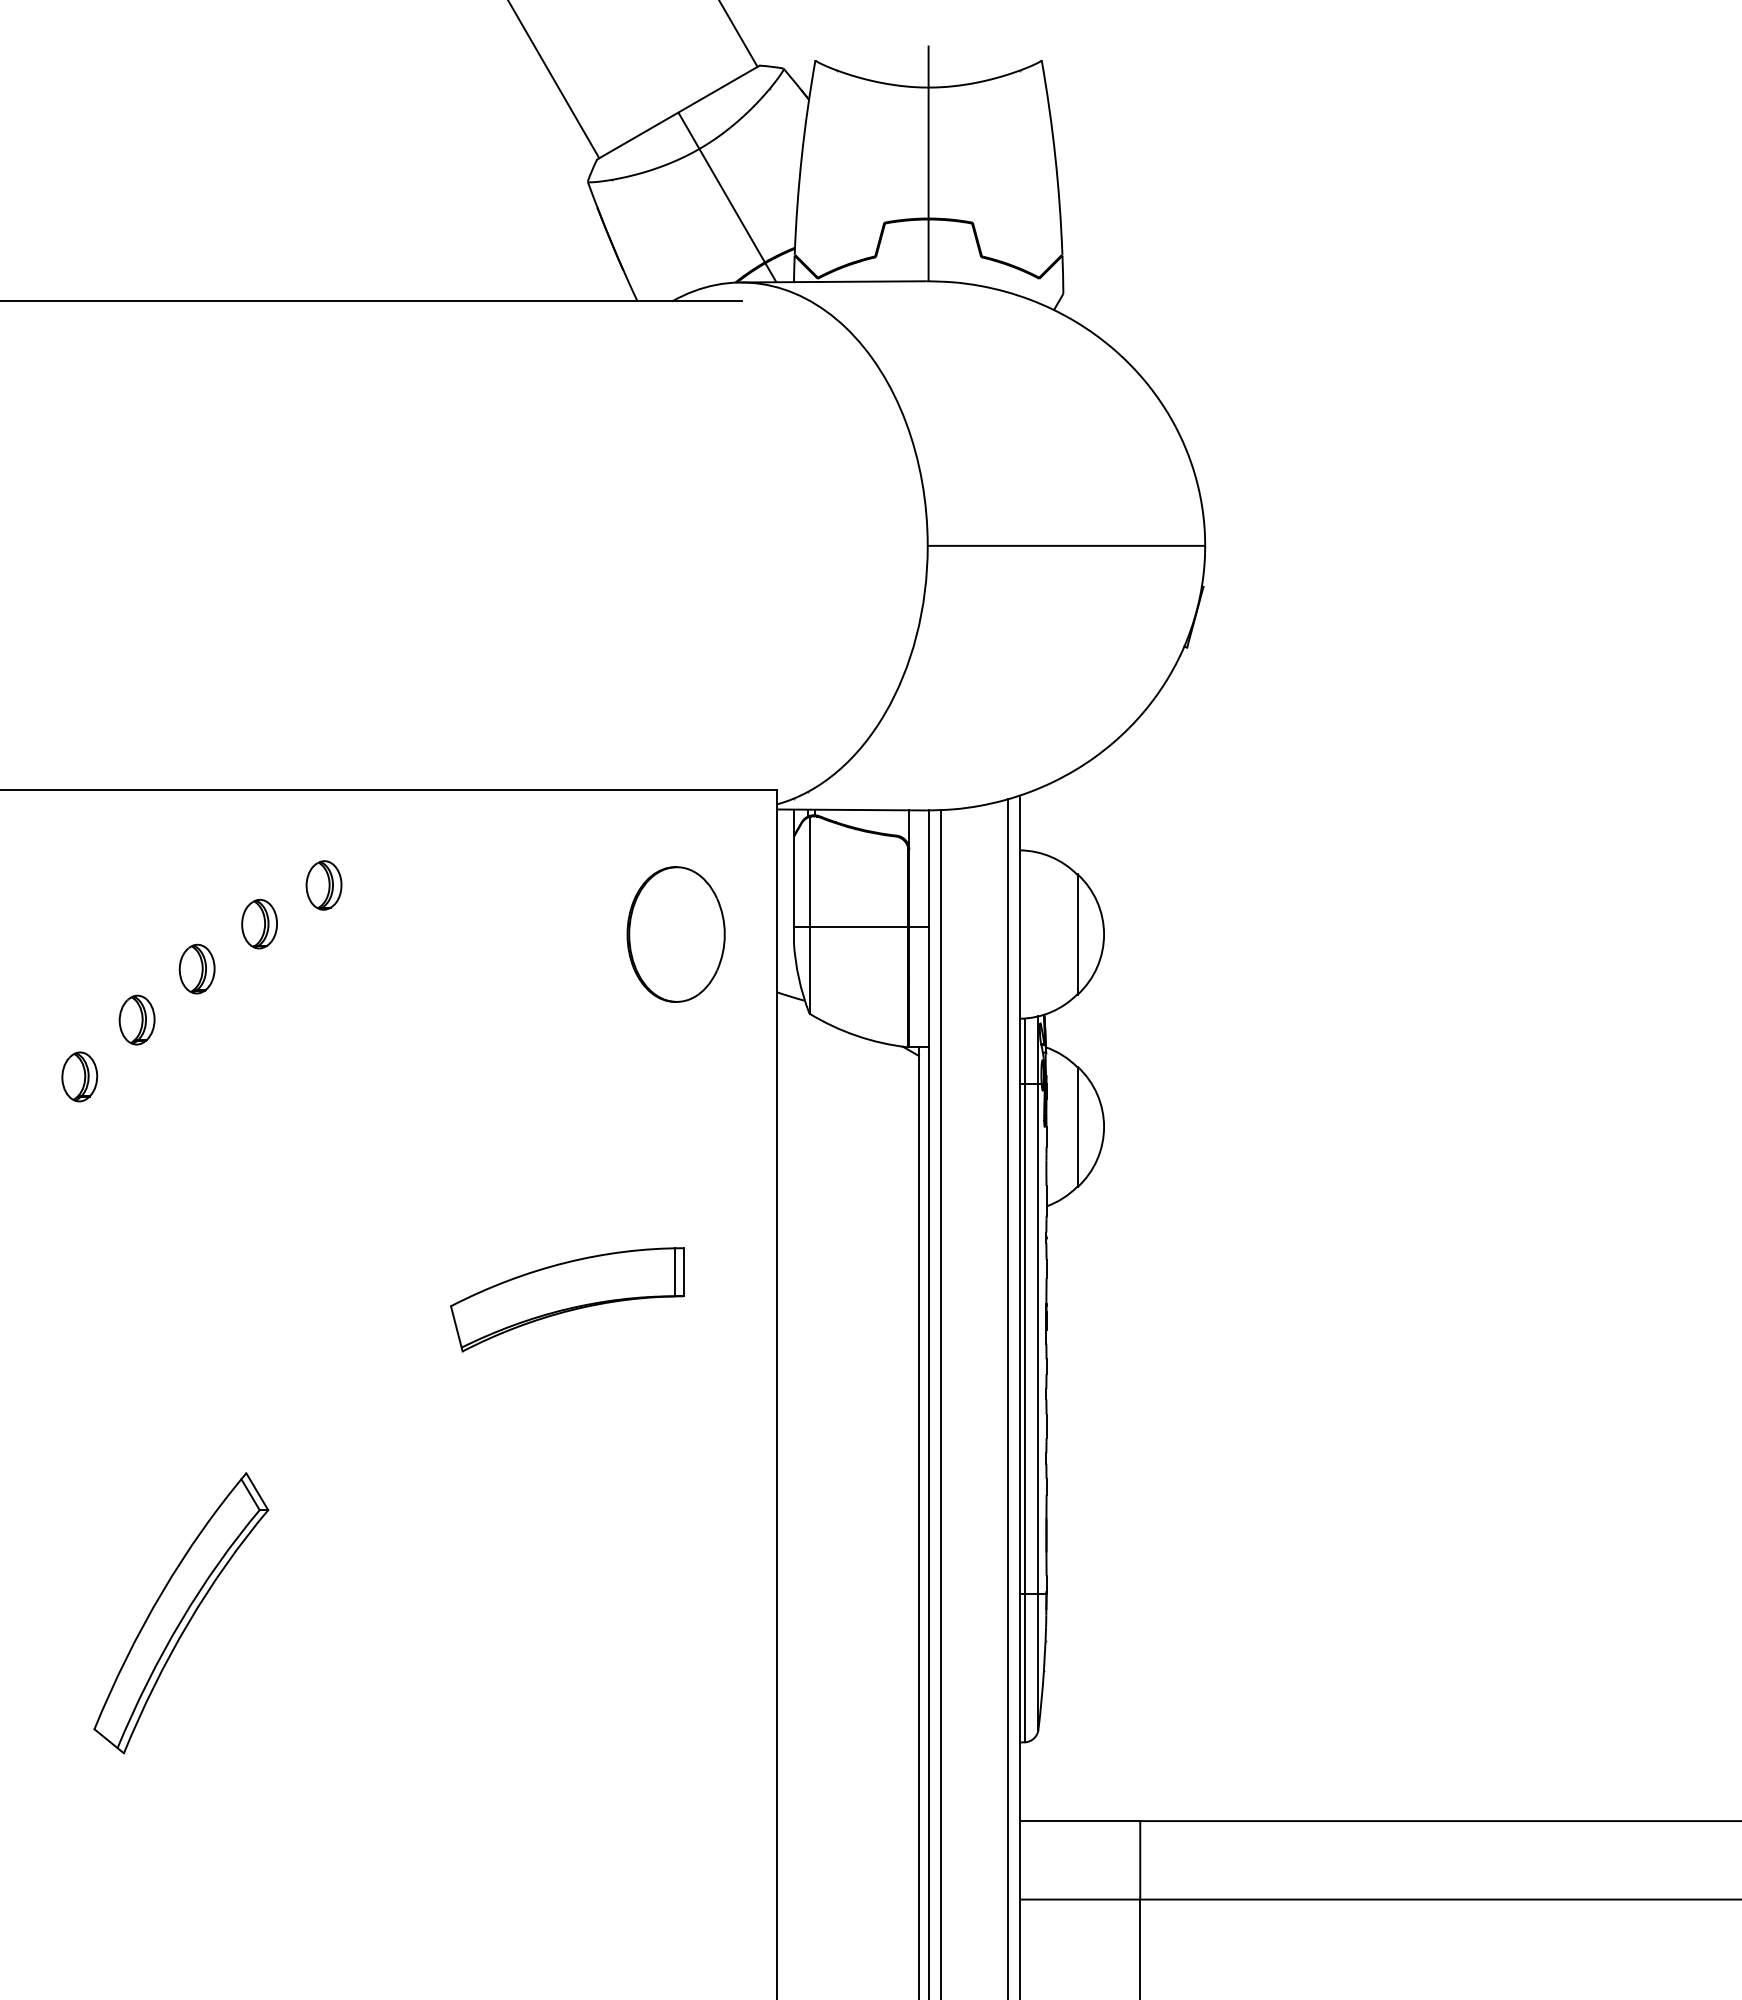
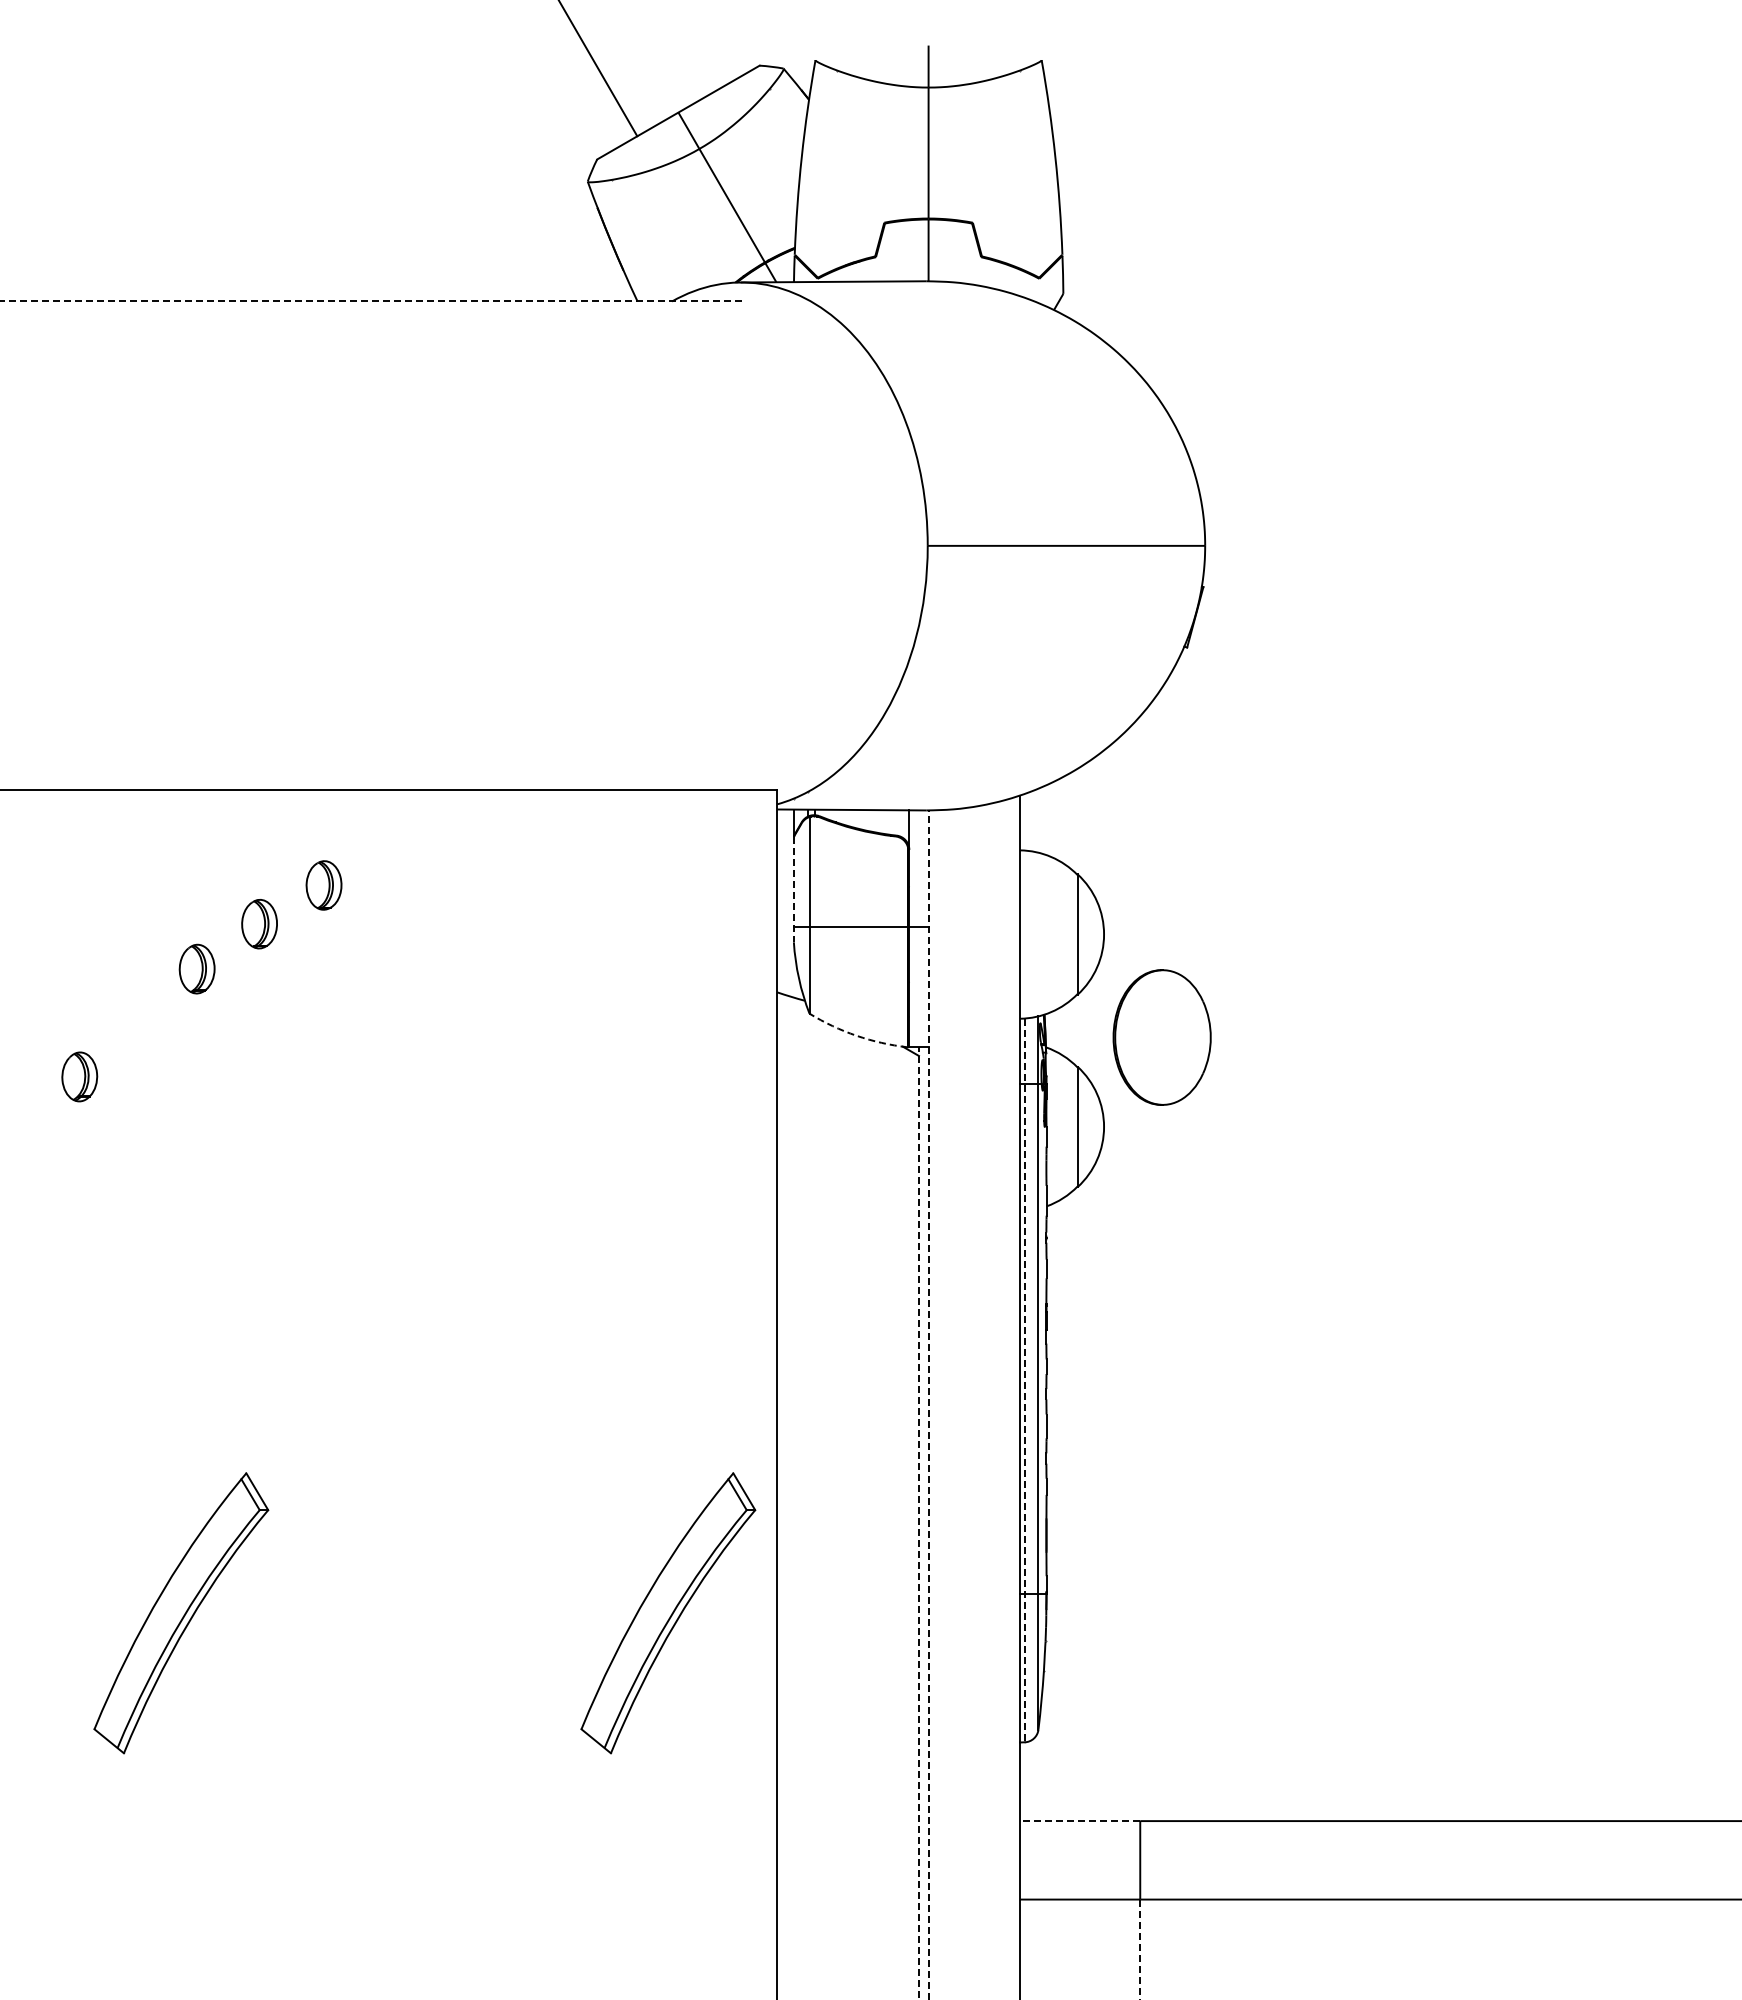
line at (738, 34): present -> none
line at (554, 80) position: (554, 80) -> (598, 69)
line at (370, 301): solid -> dashed
line at (793, 889): solid -> dashed
part at (675, 934) position: (675, 934) -> (1161, 1037)
part at (136, 1019): present -> none
arc at (856, 1035): solid -> dashed
part at (567, 1299): present -> none
line at (1024, 1380): solid -> dashed
line at (1007, 1397): present -> none
line at (940, 1403): present -> none
line at (928, 1404): solid -> dashed
line at (918, 1523): solid -> dashed
part at (668, 1613): none -> present
line at (1079, 1821): solid -> dashed
line at (1140, 1949): solid -> dashed
